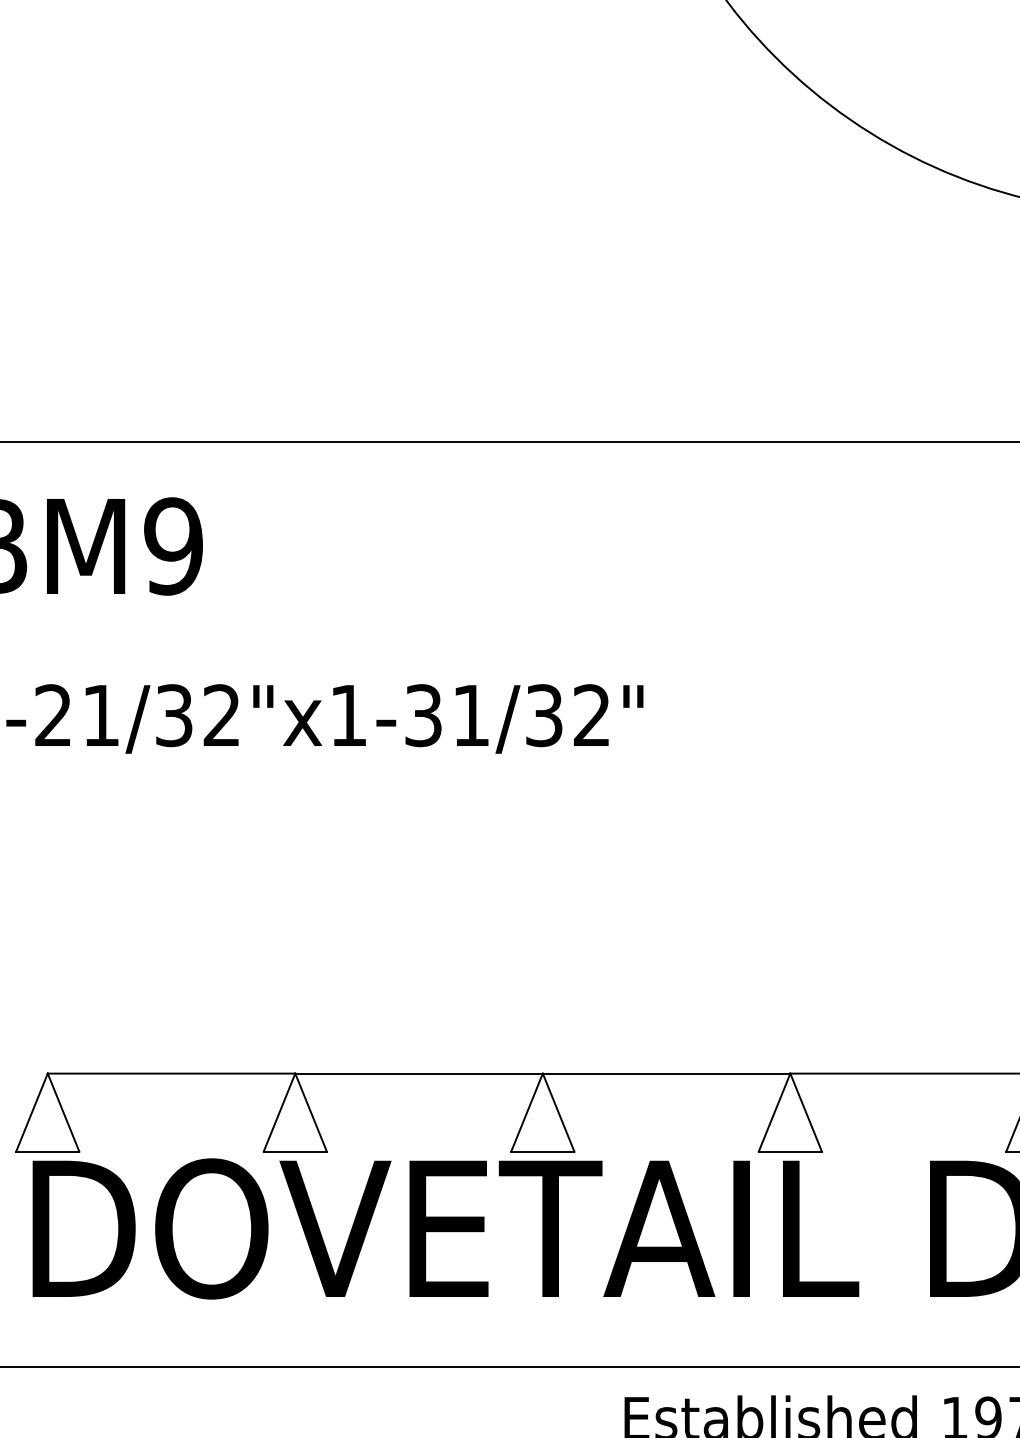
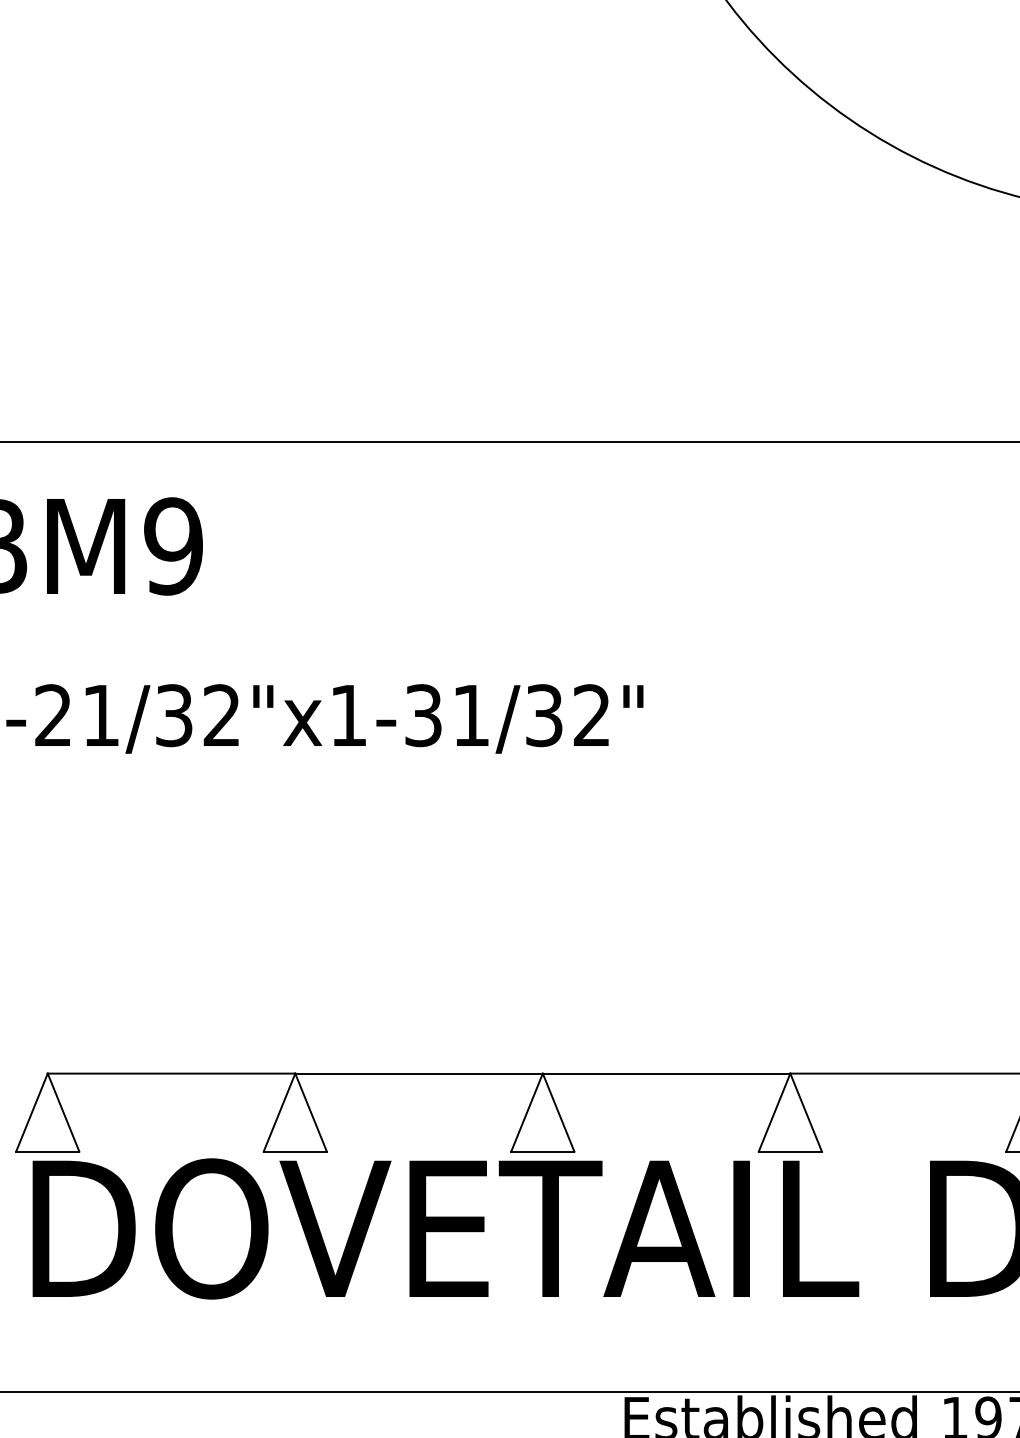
line at (509, 1366) position: (509, 1366) -> (509, 1391)
